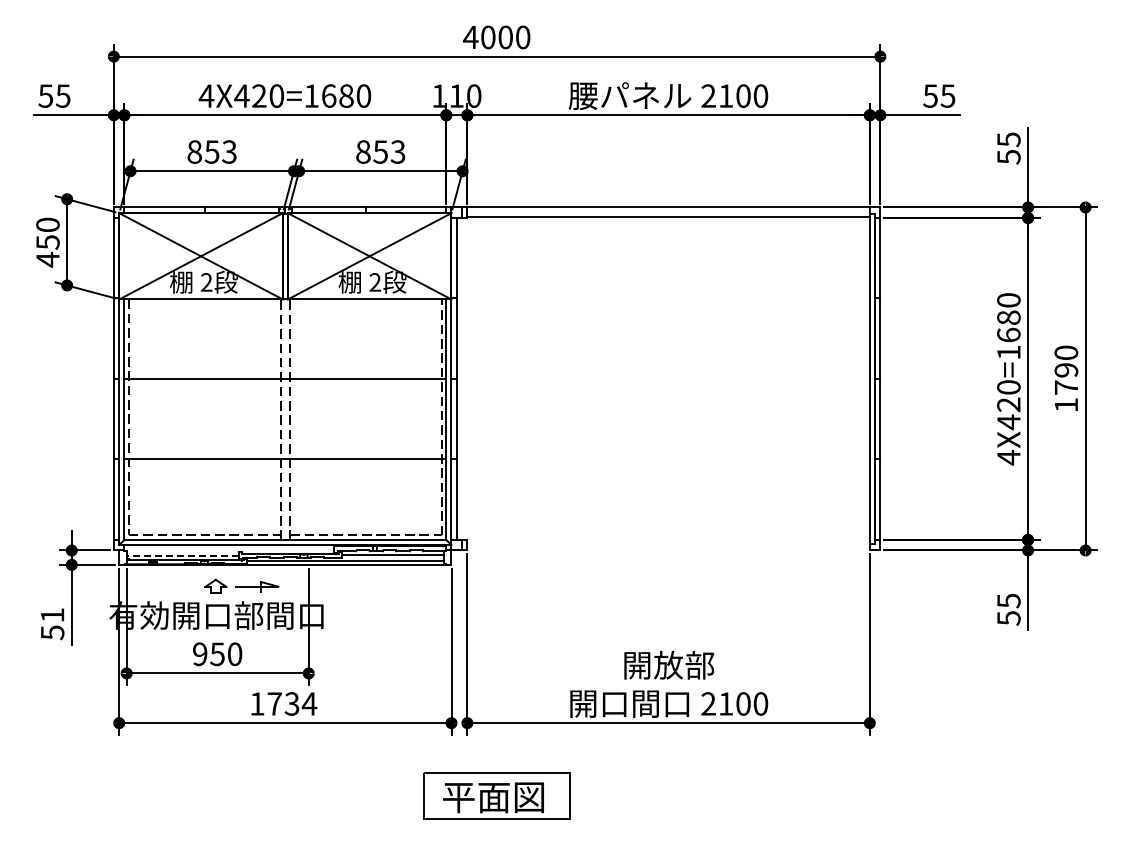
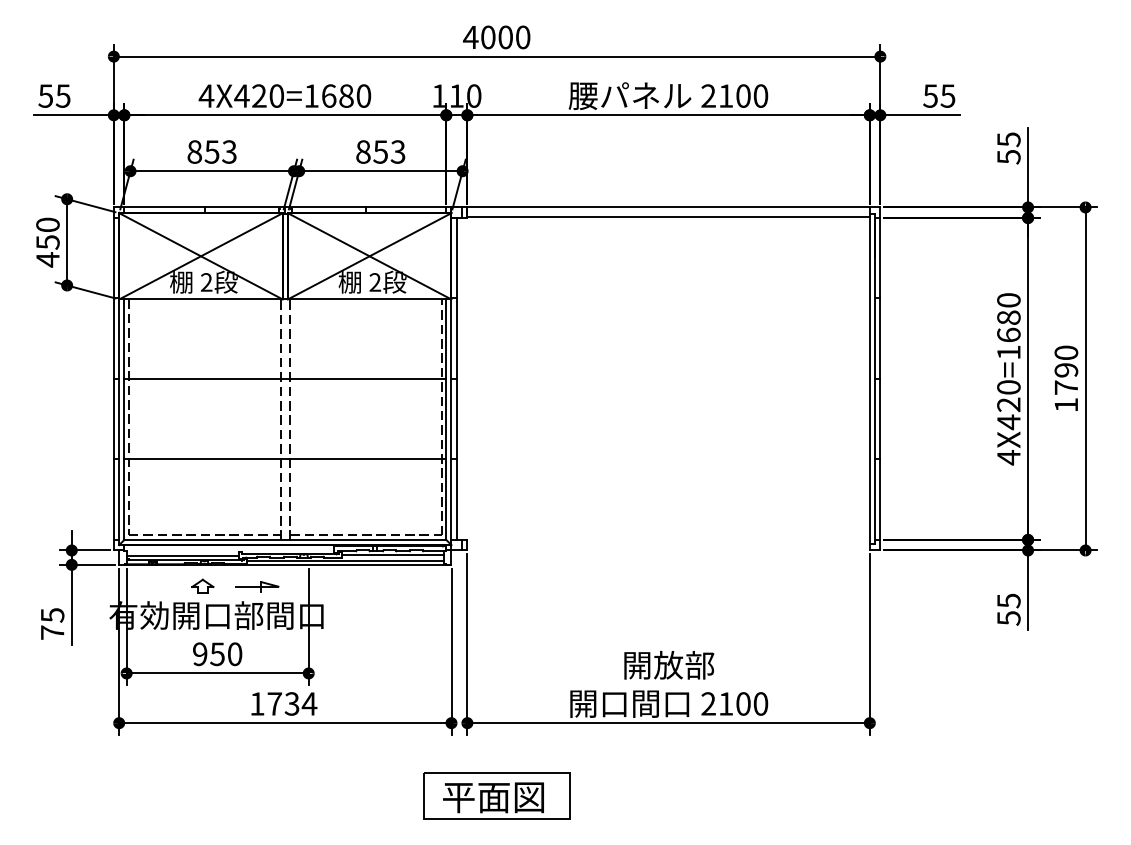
line at (182, 555): dashed -> solid
part at (215, 585) position: (215, 585) -> (202, 585)
text at (52, 624): 51 -> 75
